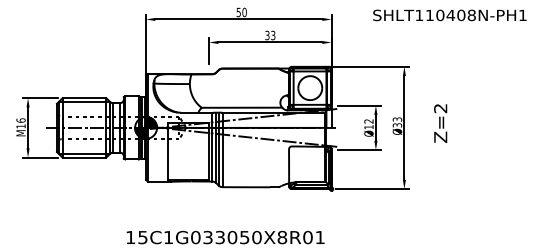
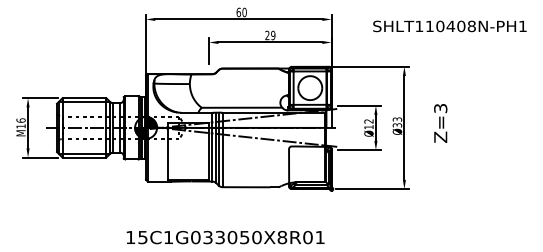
text at (238, 12): 50 -> 60
text at (449, 15) position: (449, 15) -> (449, 26)
text at (270, 35): 33 -> 29
text at (440, 108): Z=2 -> Z=3
